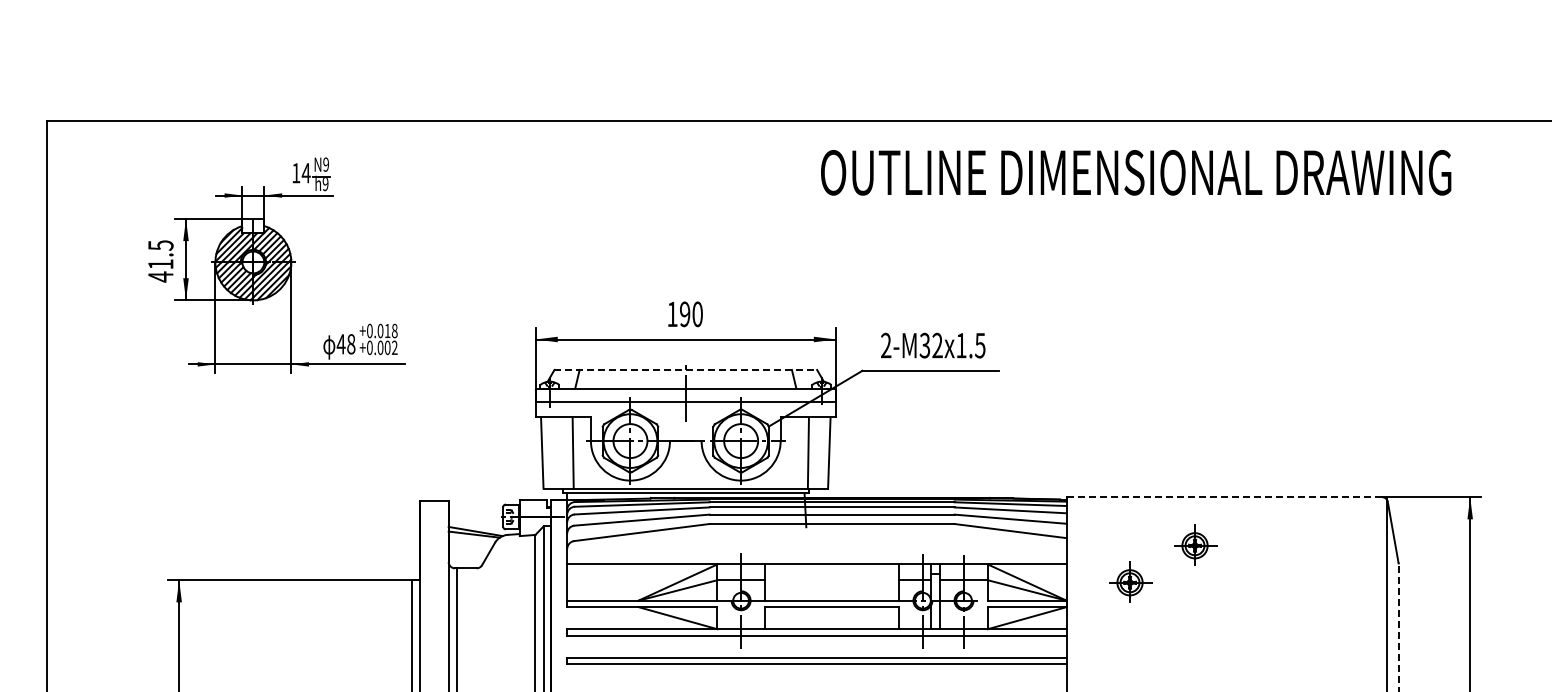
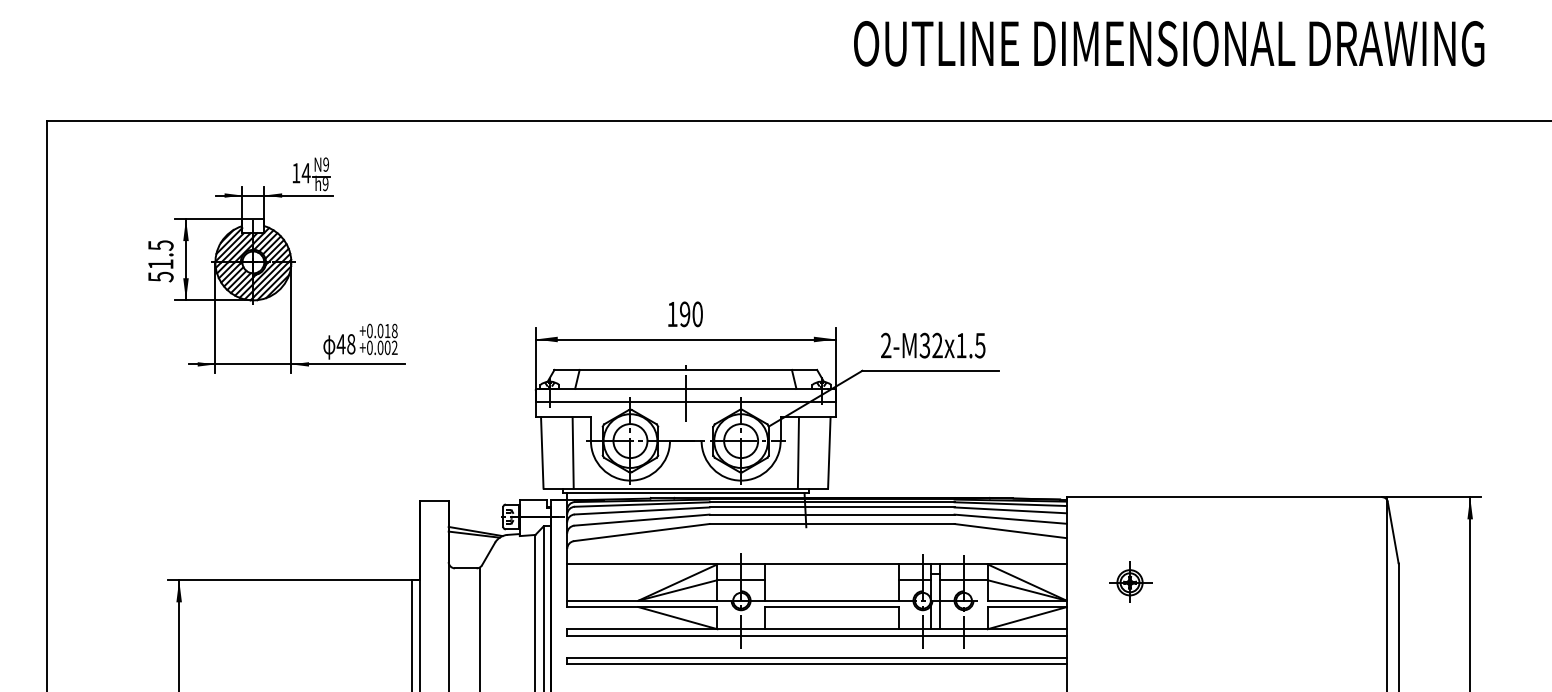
text at (1136, 172) position: (1136, 172) -> (1169, 43)
text at (160, 276): 41.5 -> 51.5
line at (686, 369): dashed -> solid
line at (807, 452) position: (807, 452) -> (797, 452)
line at (1224, 497): dashed -> solid
part at (1195, 544): present -> none
line at (1398, 627): dashed -> solid
line at (457, 628) position: (457, 628) -> (480, 628)
